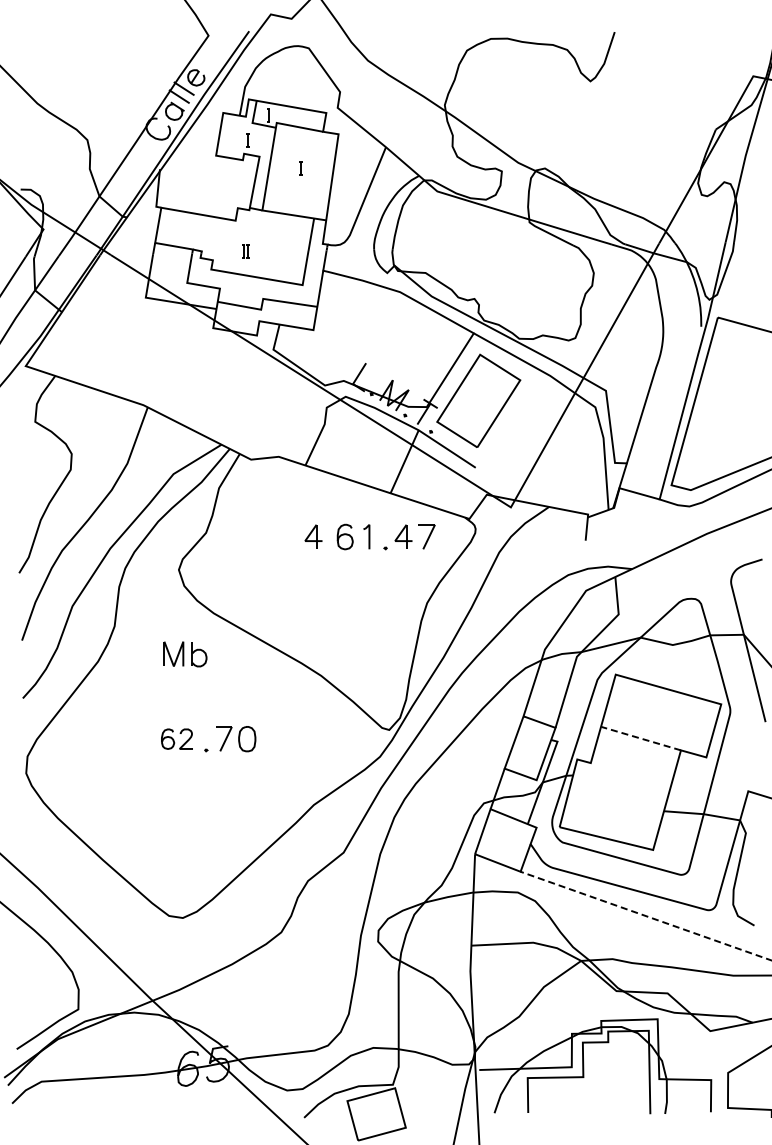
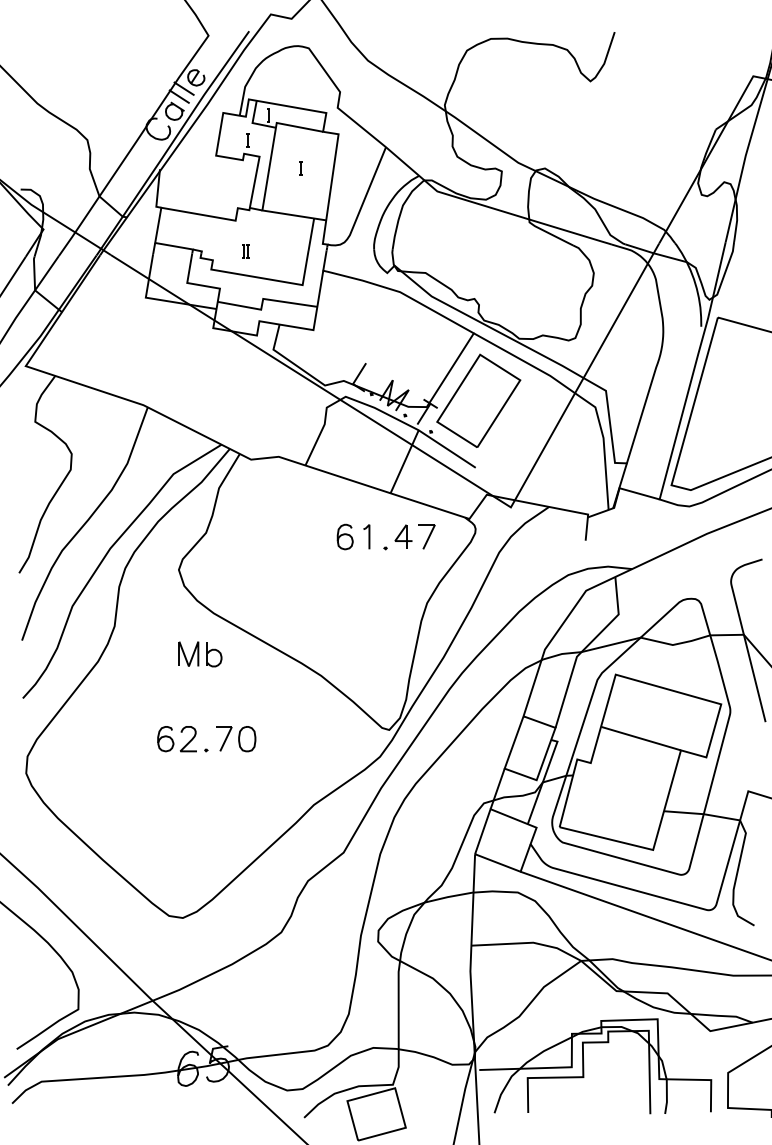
part at (313, 536): present -> none
part at (185, 654) position: (185, 654) -> (200, 654)
part at (176, 738) size: 32x22 px -> 40x27 px
line at (640, 738): dashed -> solid
line at (645, 916): dashed -> solid
